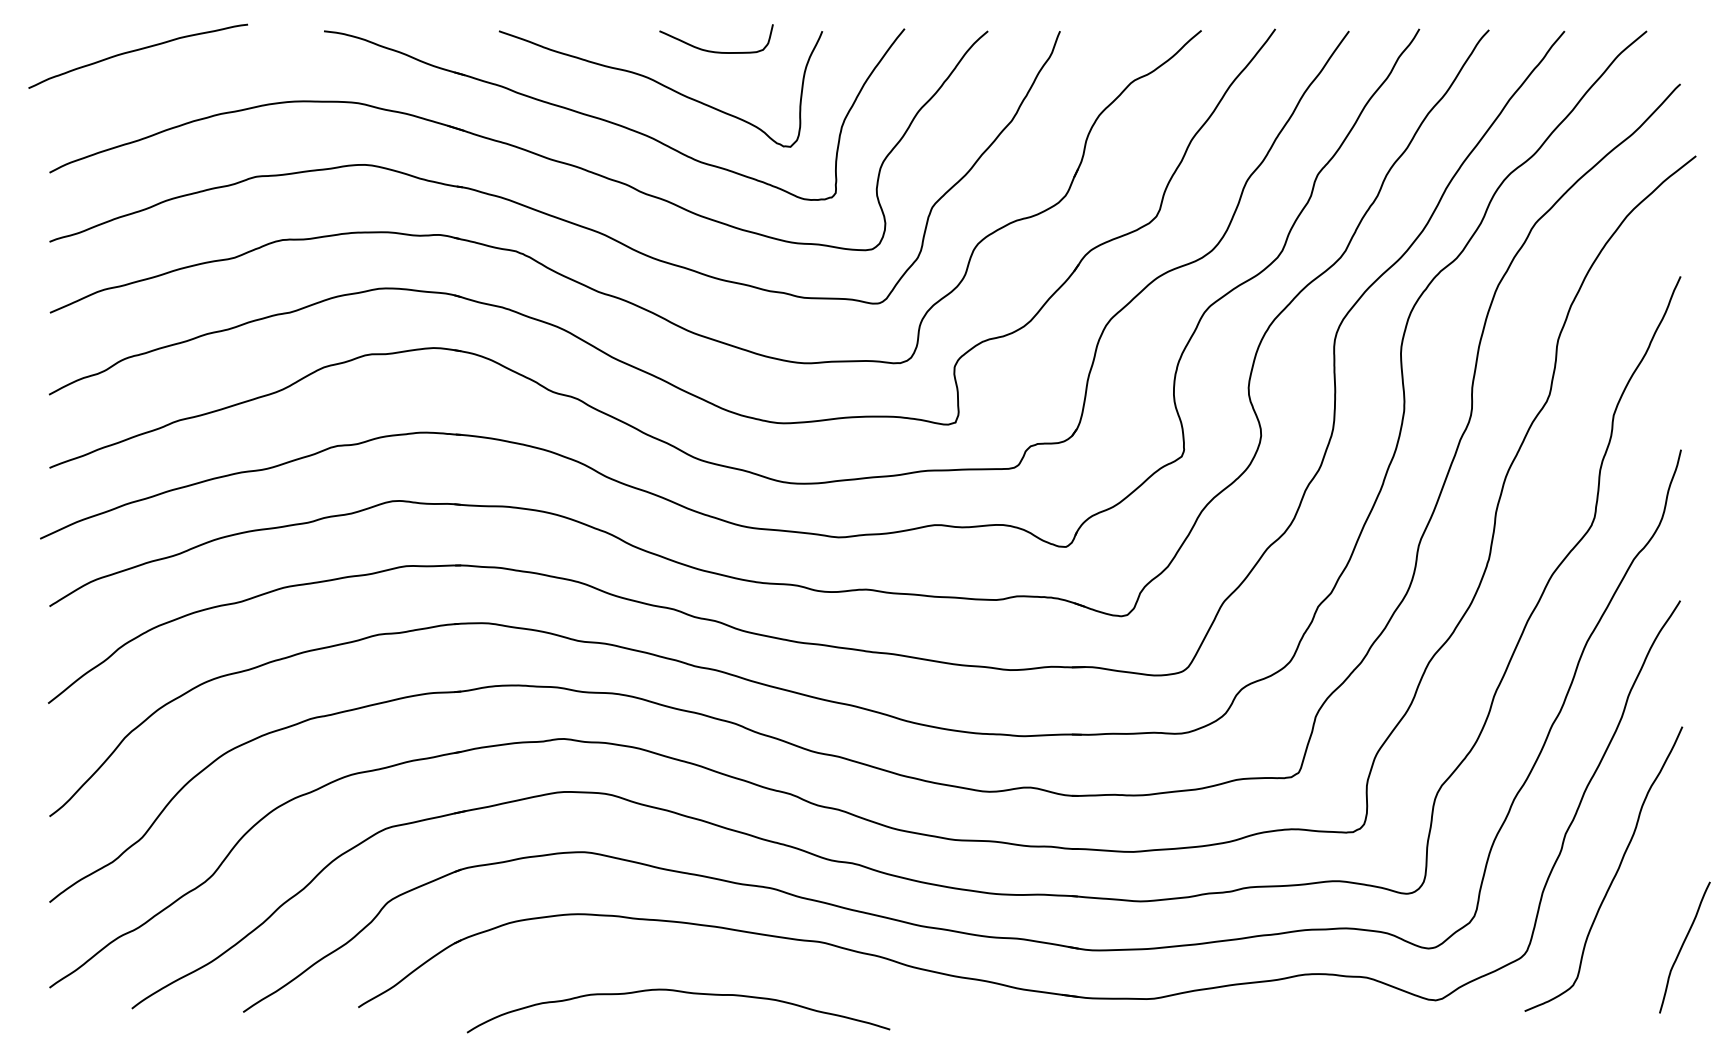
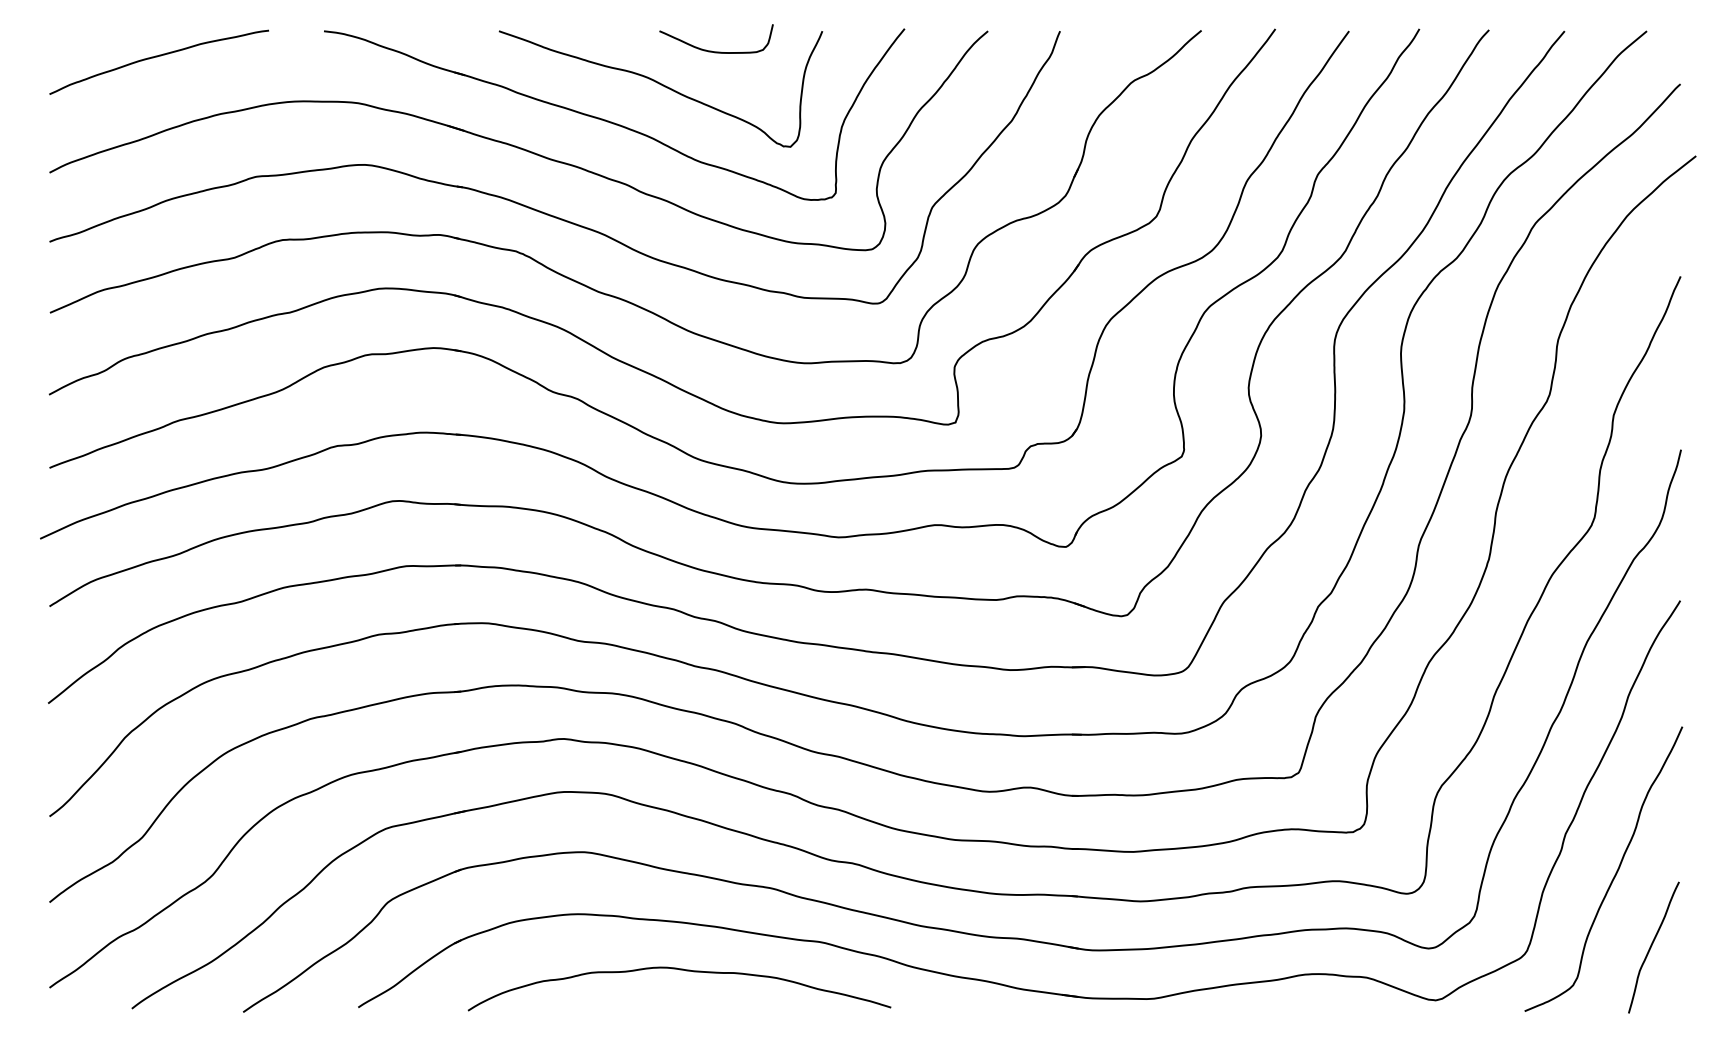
curve at (136, 51) position: (136, 51) -> (157, 57)
curve at (1682, 947) position: (1682, 947) -> (1651, 947)
curve at (678, 992) position: (678, 992) -> (679, 970)
